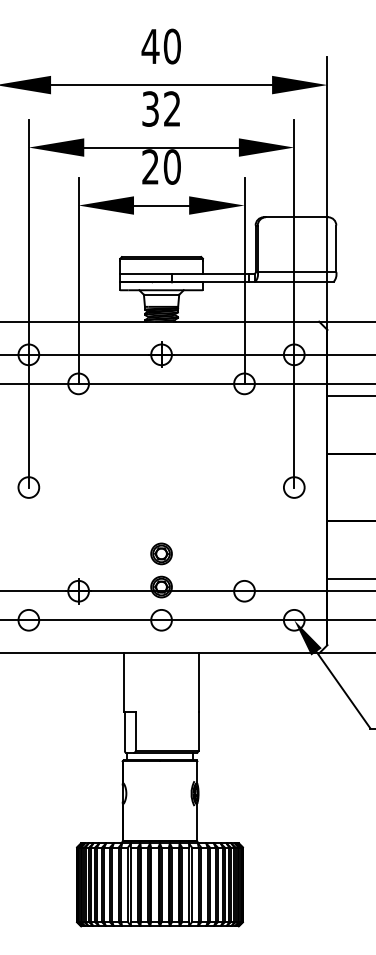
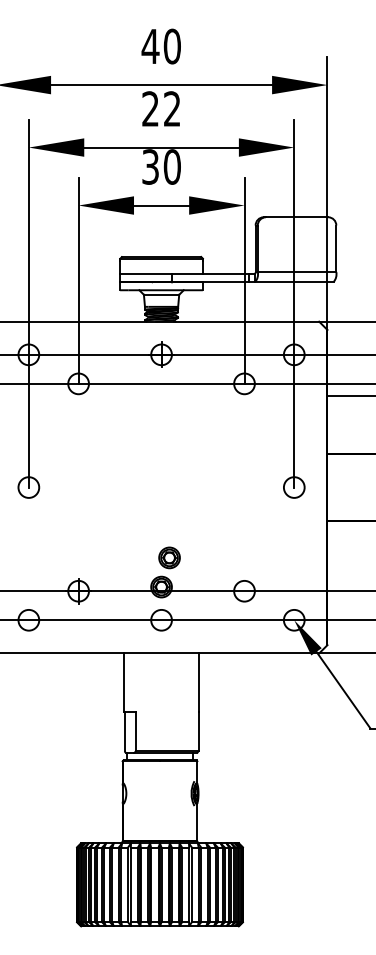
text at (150, 108): 32 -> 22
text at (150, 166): 20 -> 30
part at (161, 553) position: (161, 553) -> (169, 557)
line at (349, 578): present -> none
